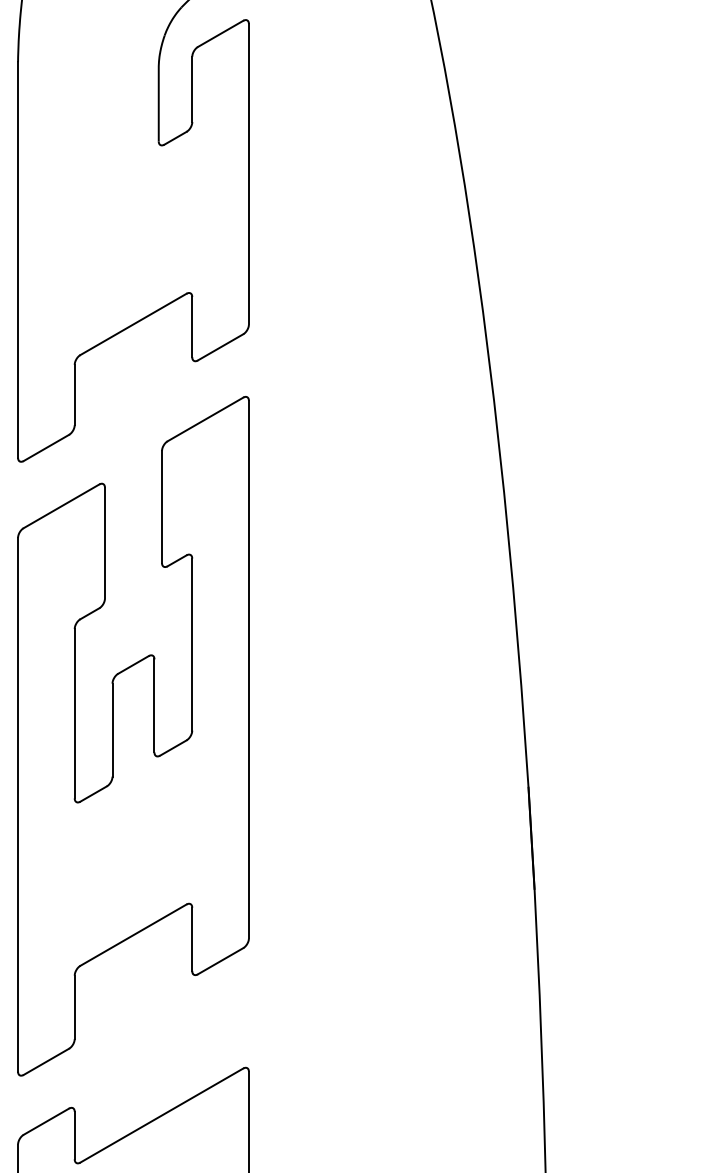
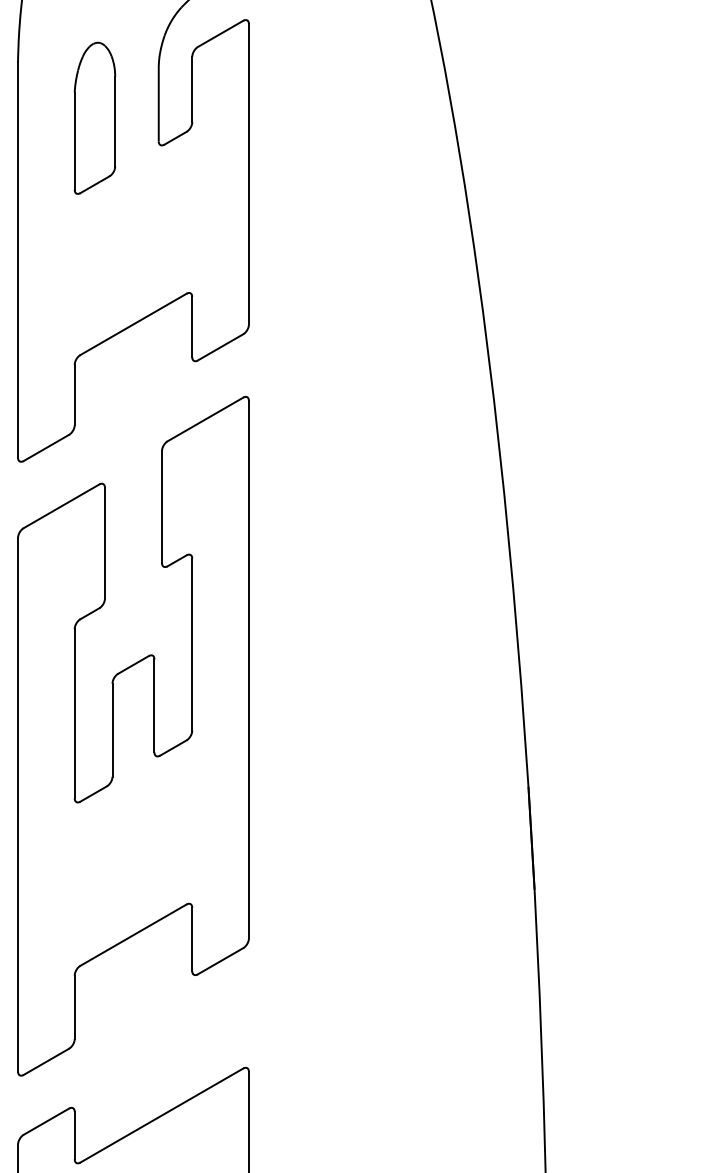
part at (94, 117): none -> present
